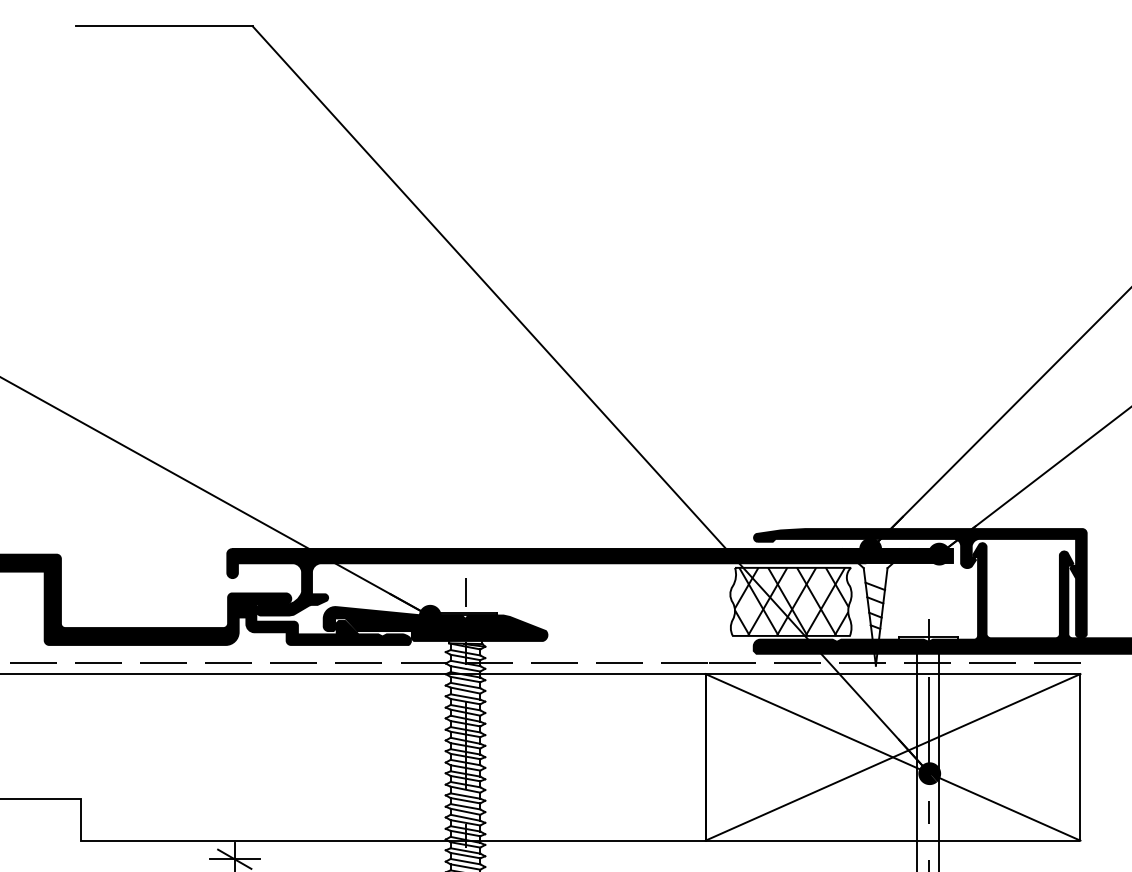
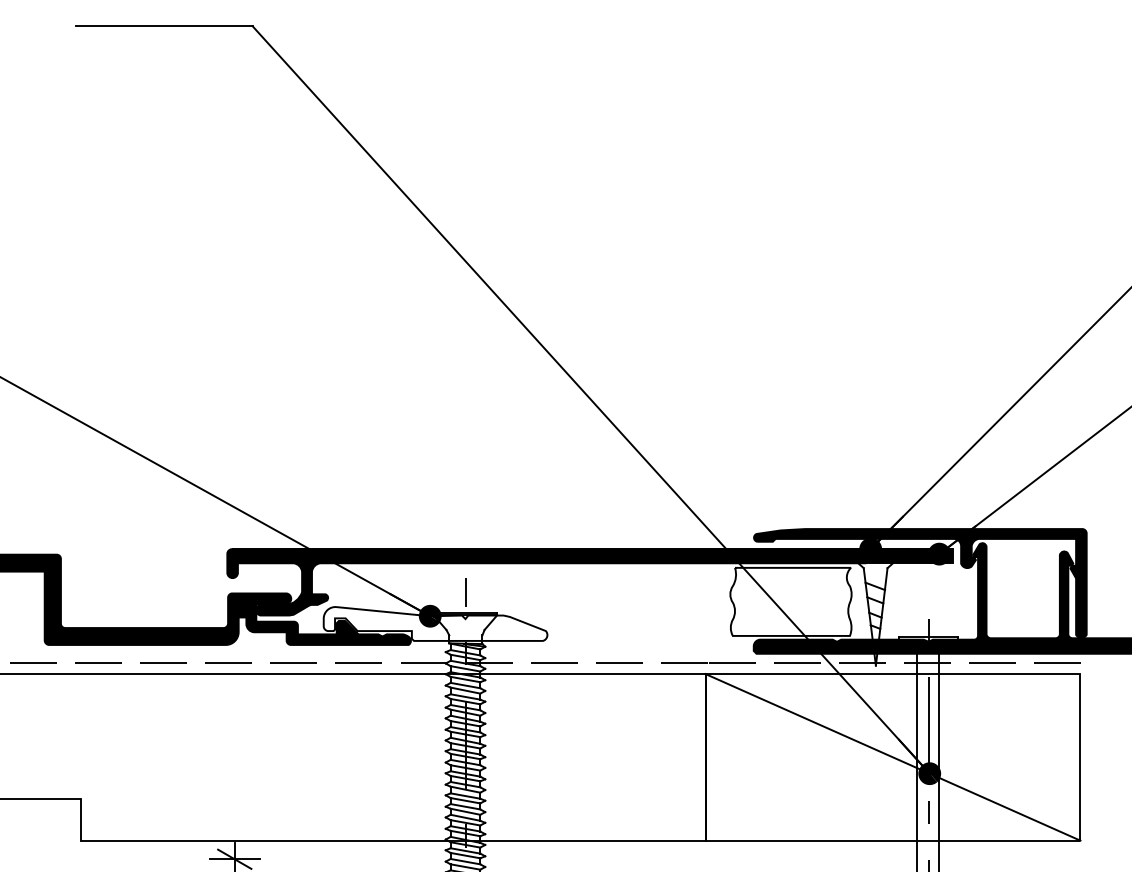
hatch at (791, 601): present -> none
fill at (435, 623): present -> none
line at (892, 757): present -> none
